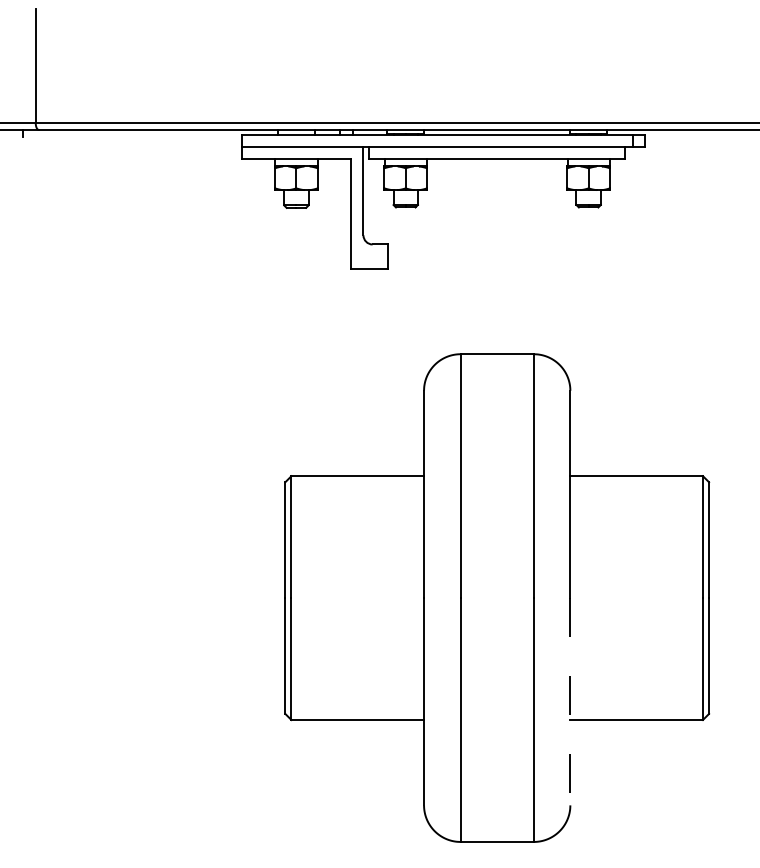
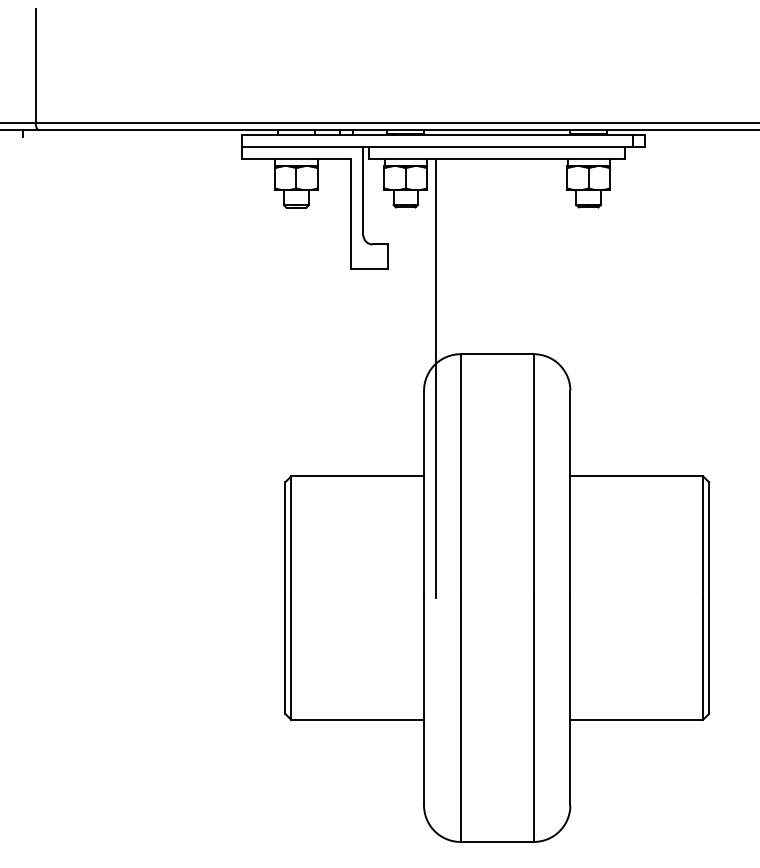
line at (436, 378): none -> present
line at (570, 701): dashed -> solid
